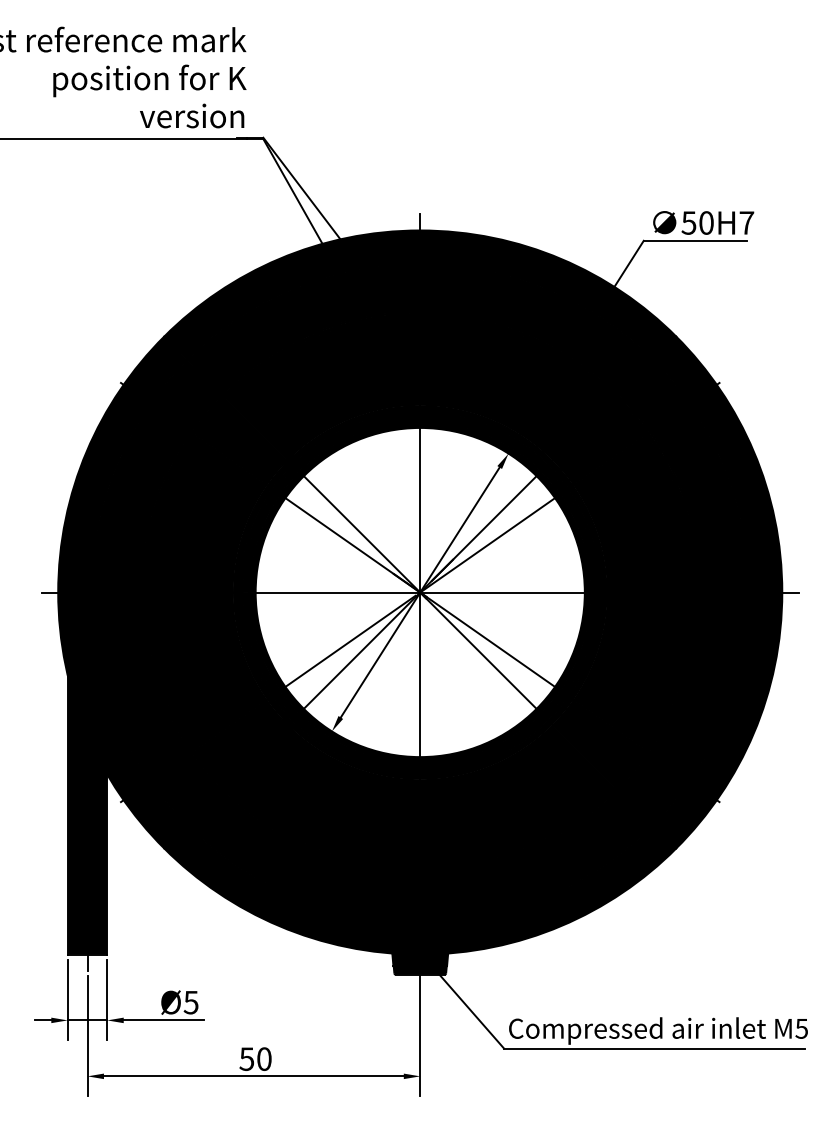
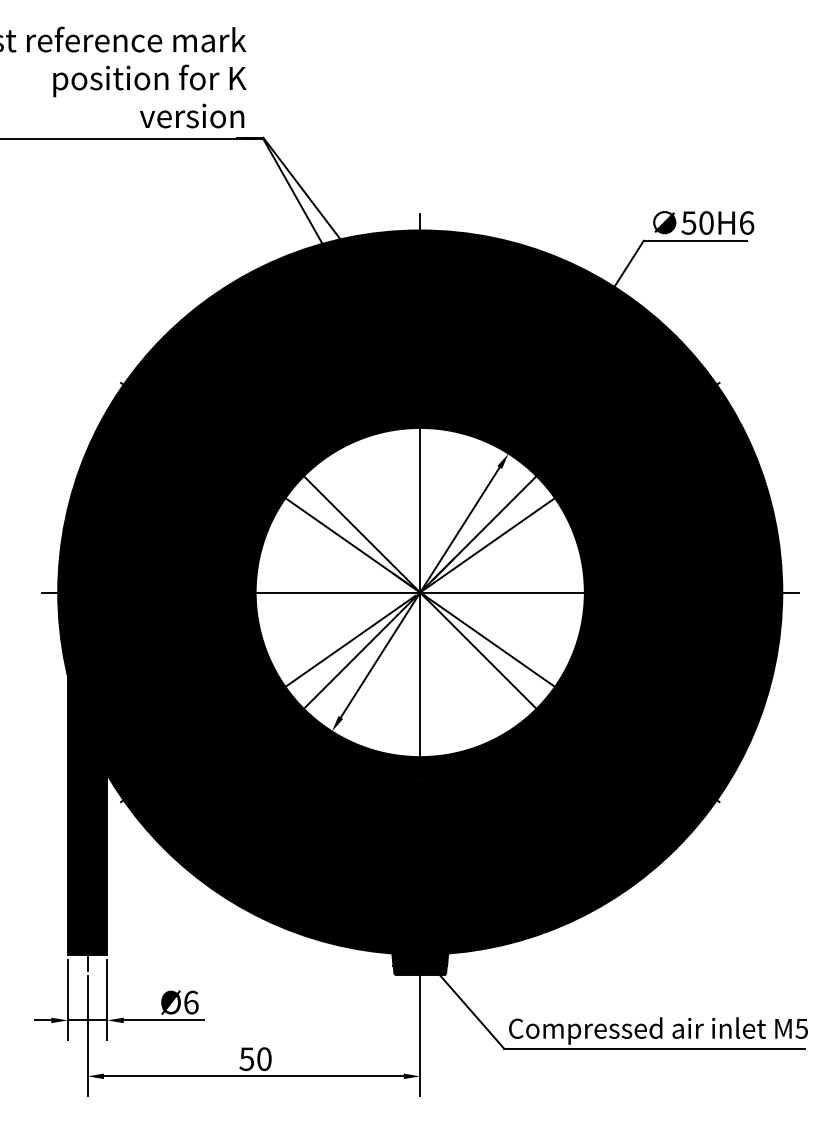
text at (746, 222): 50H7 -> 50H6
text at (190, 1002): Ø5 -> Ø6
